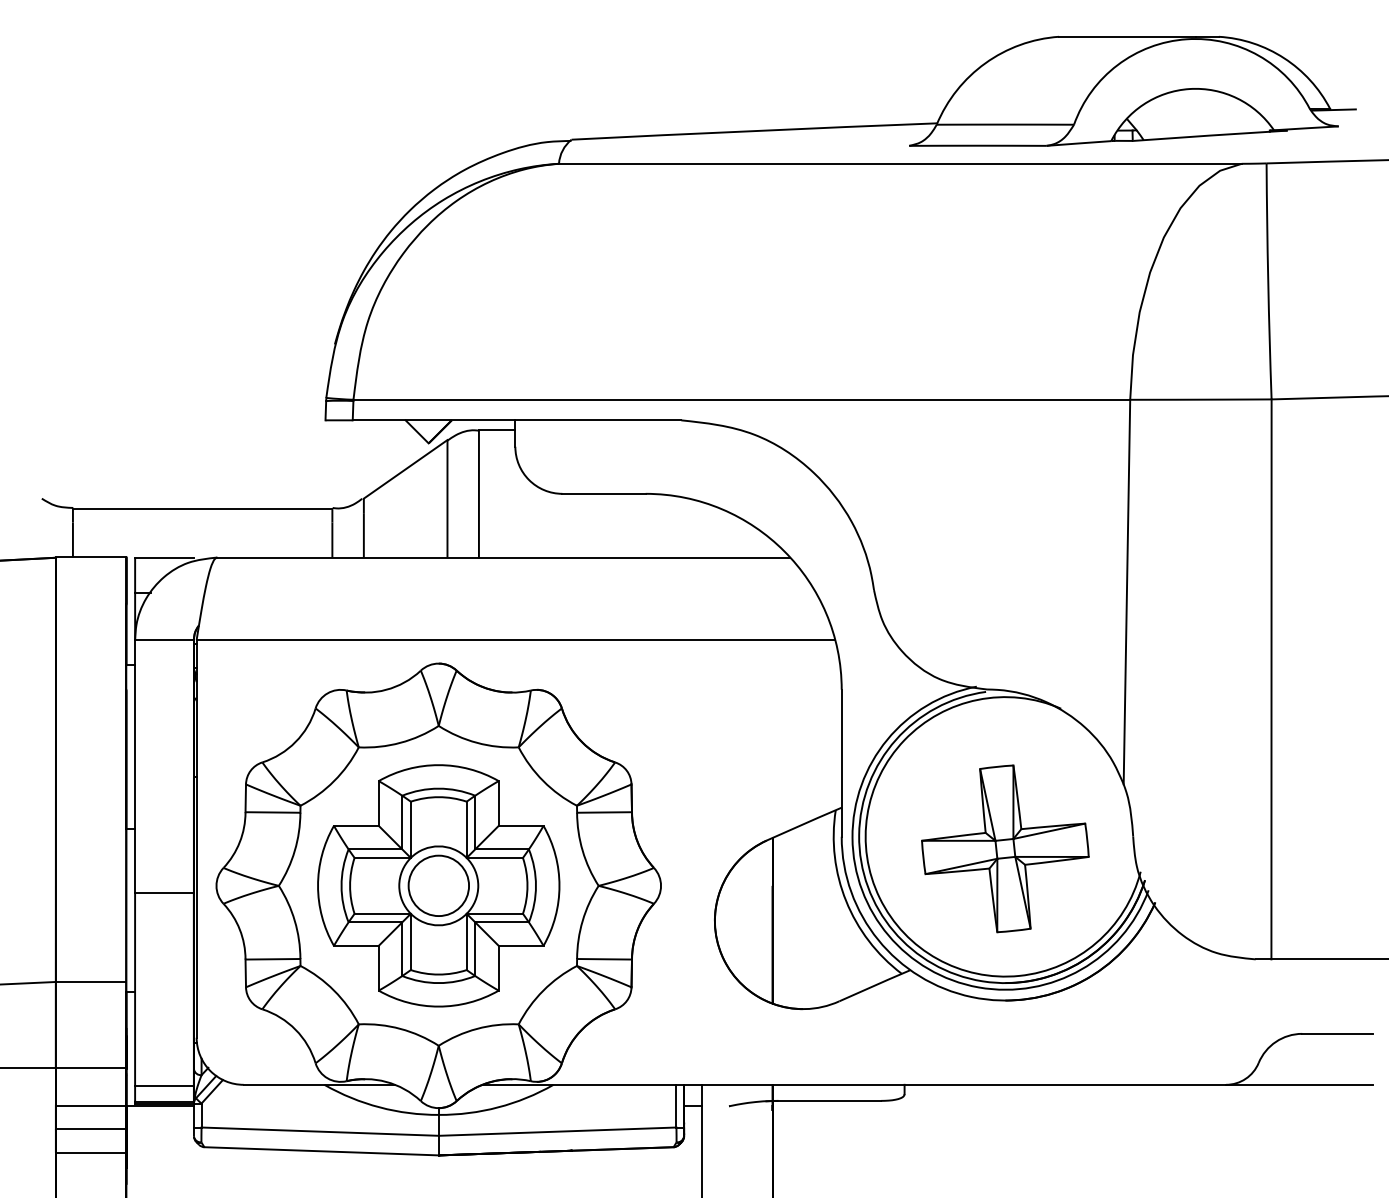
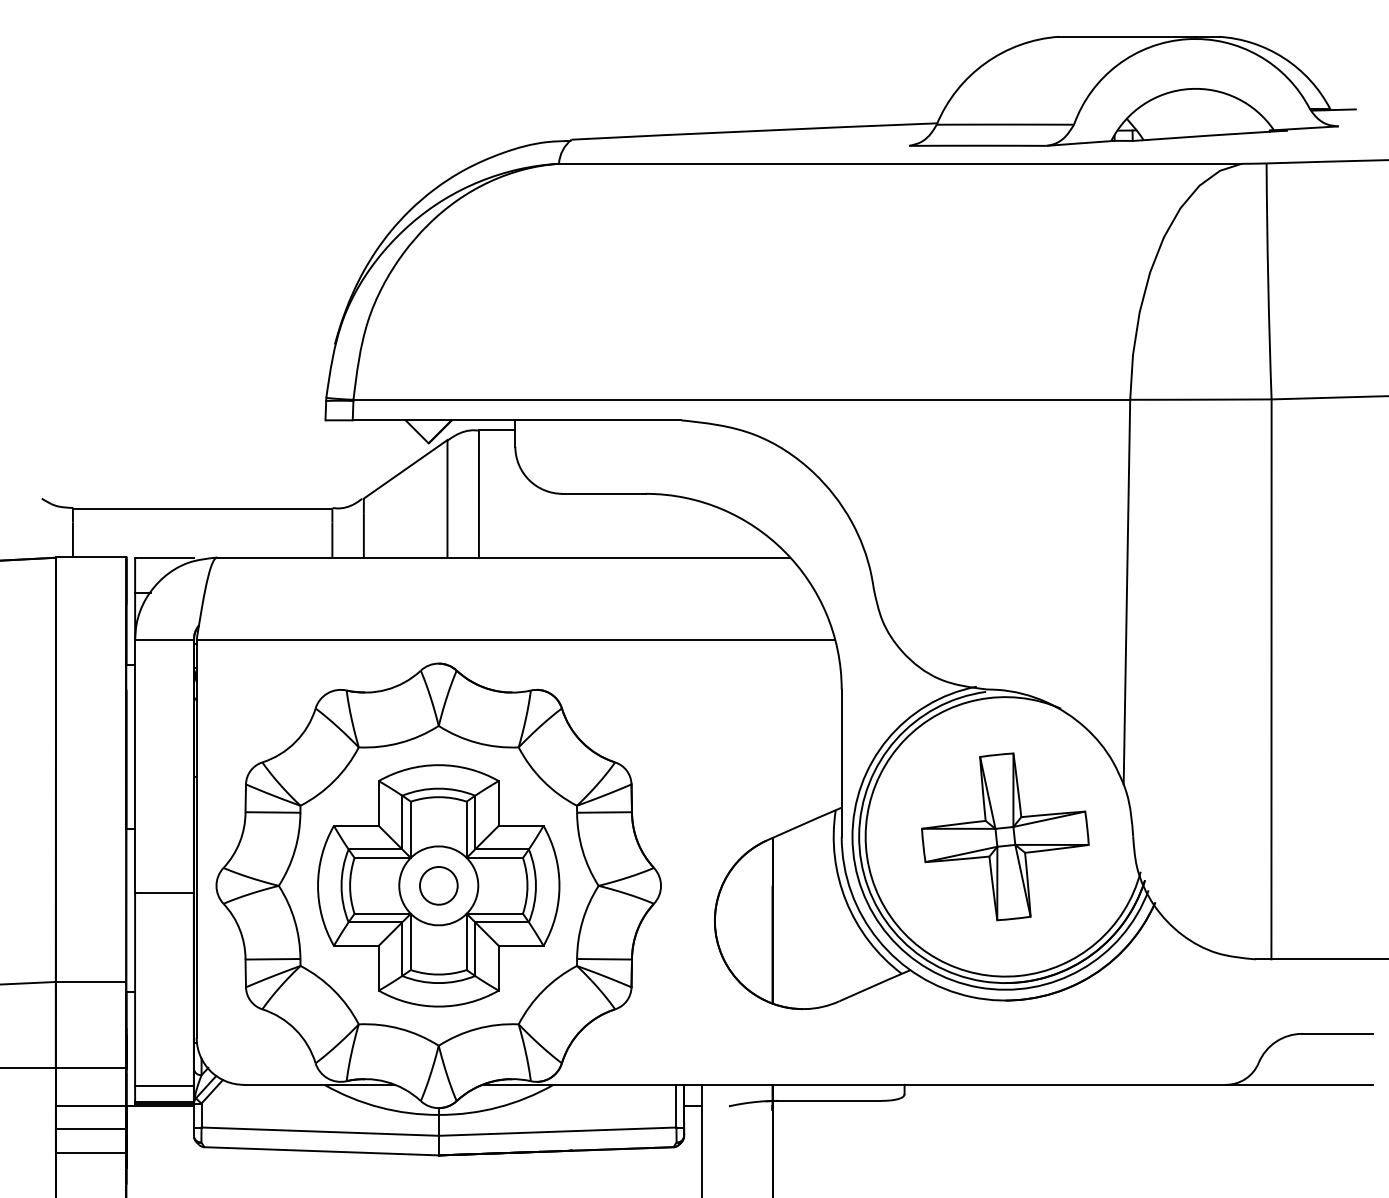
part at (1005, 848) position: (1005, 848) -> (1005, 836)
circle at (438, 885) diameter: 60 px -> 38 px
